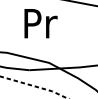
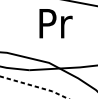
text at (40, 23) position: (40, 23) -> (55, 23)
